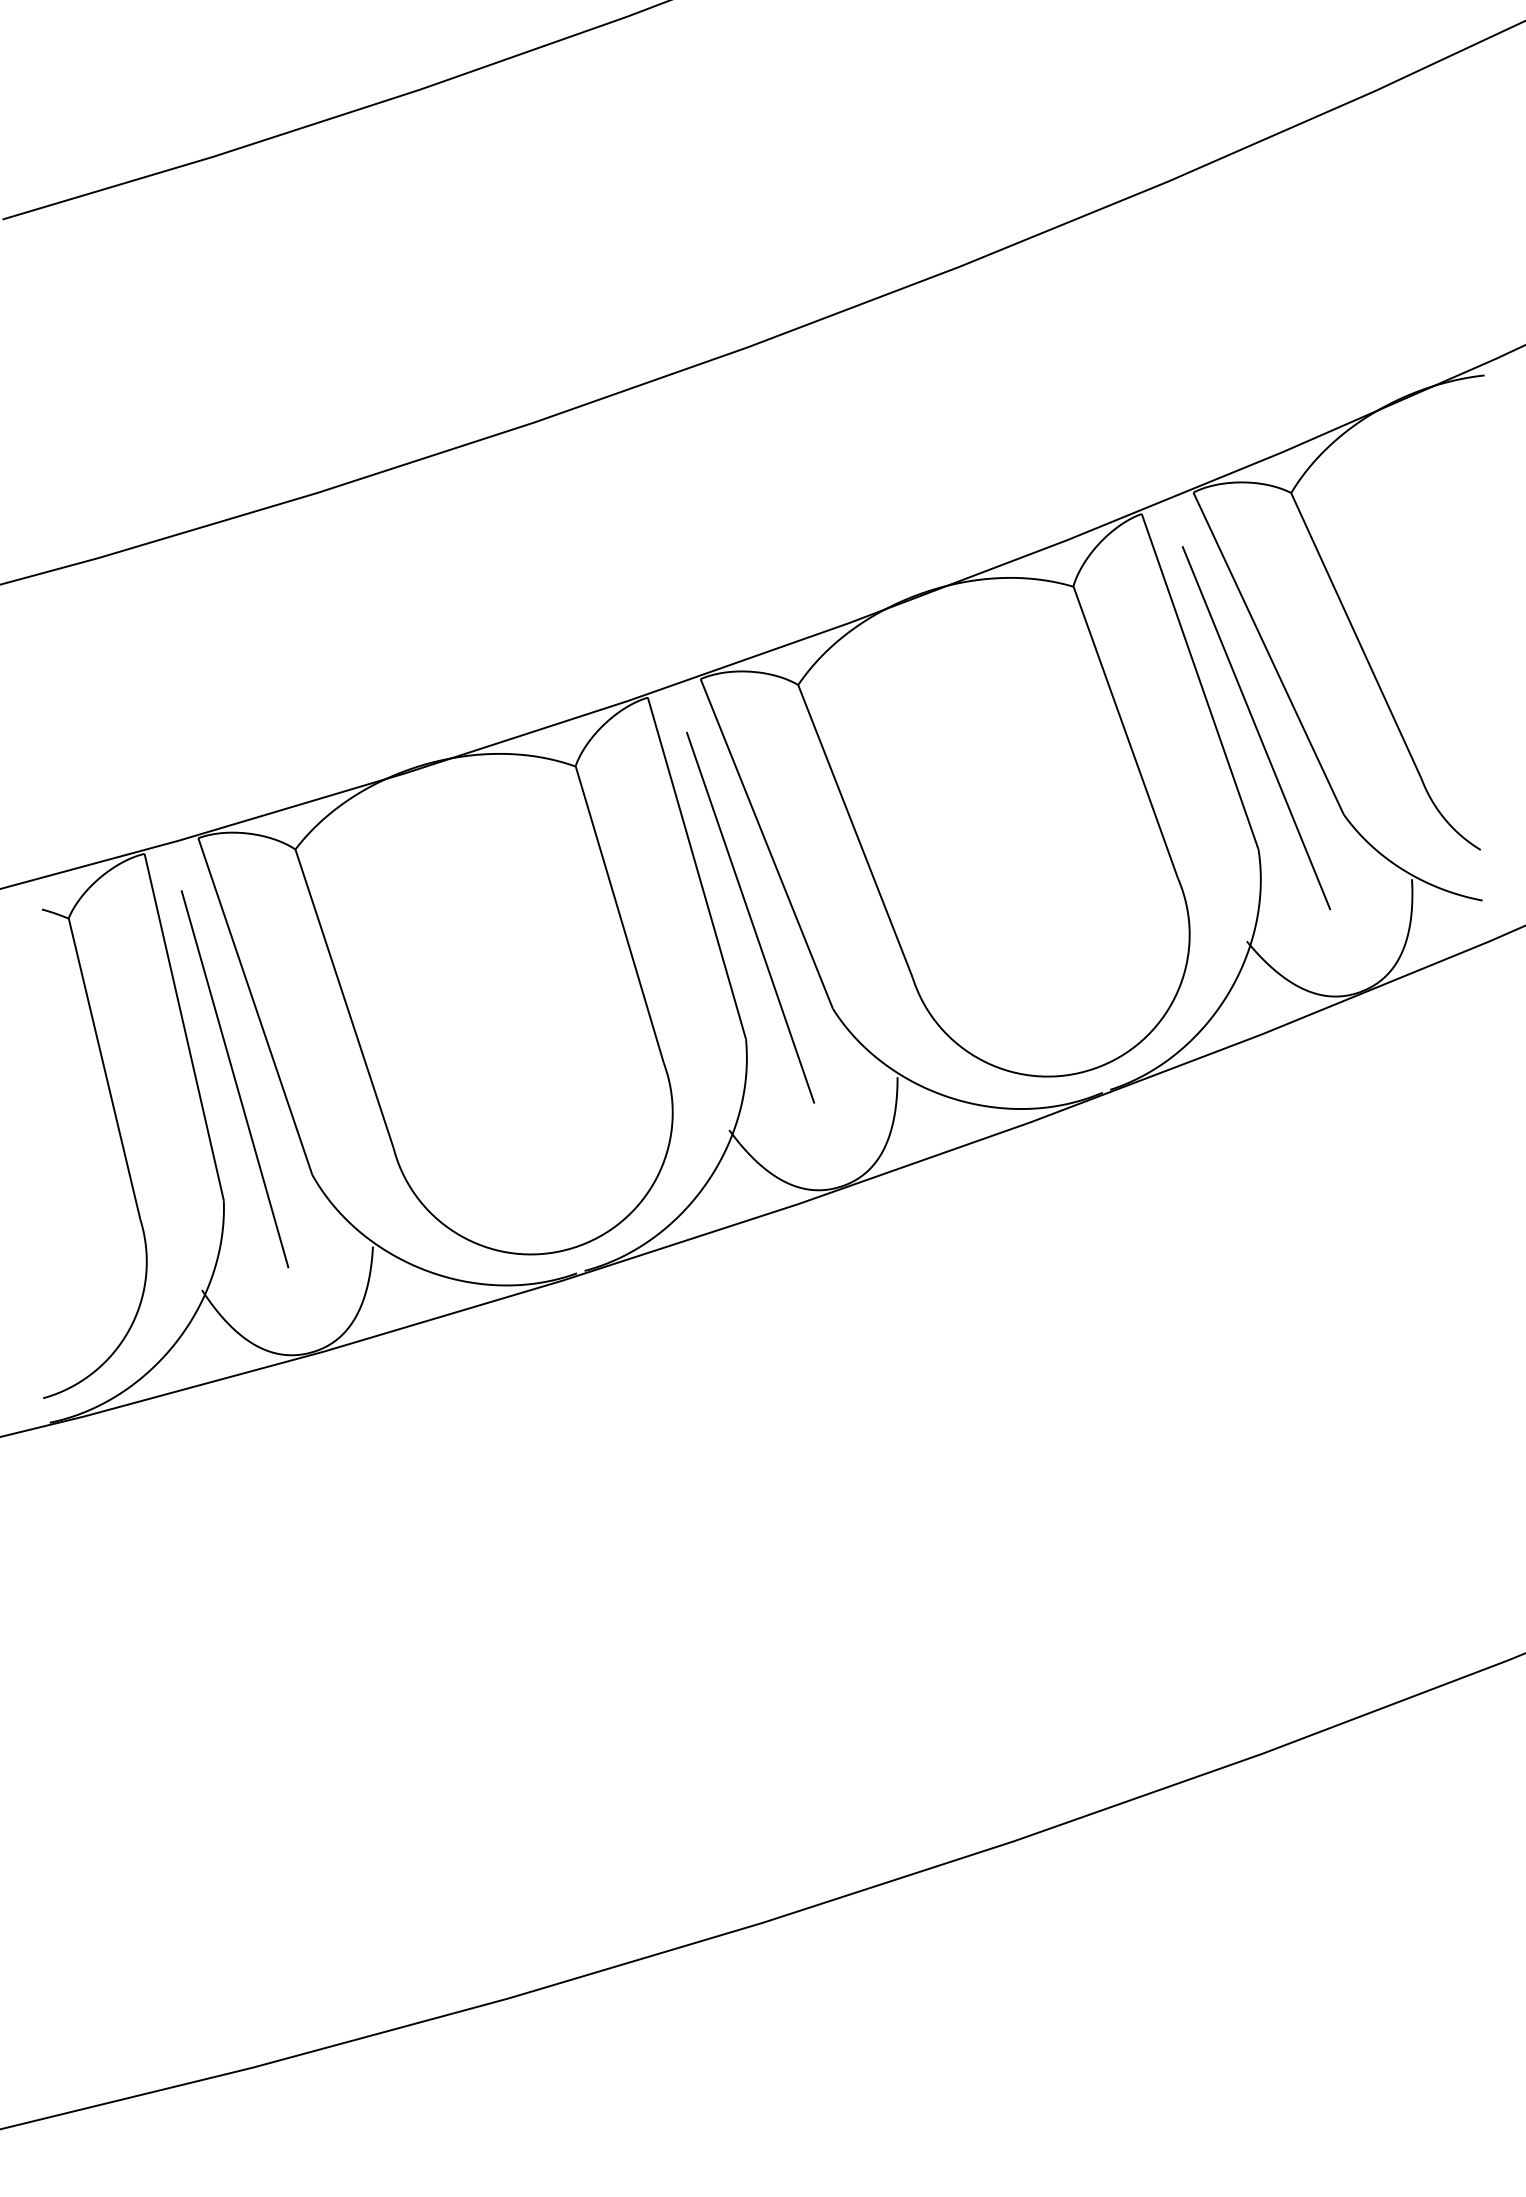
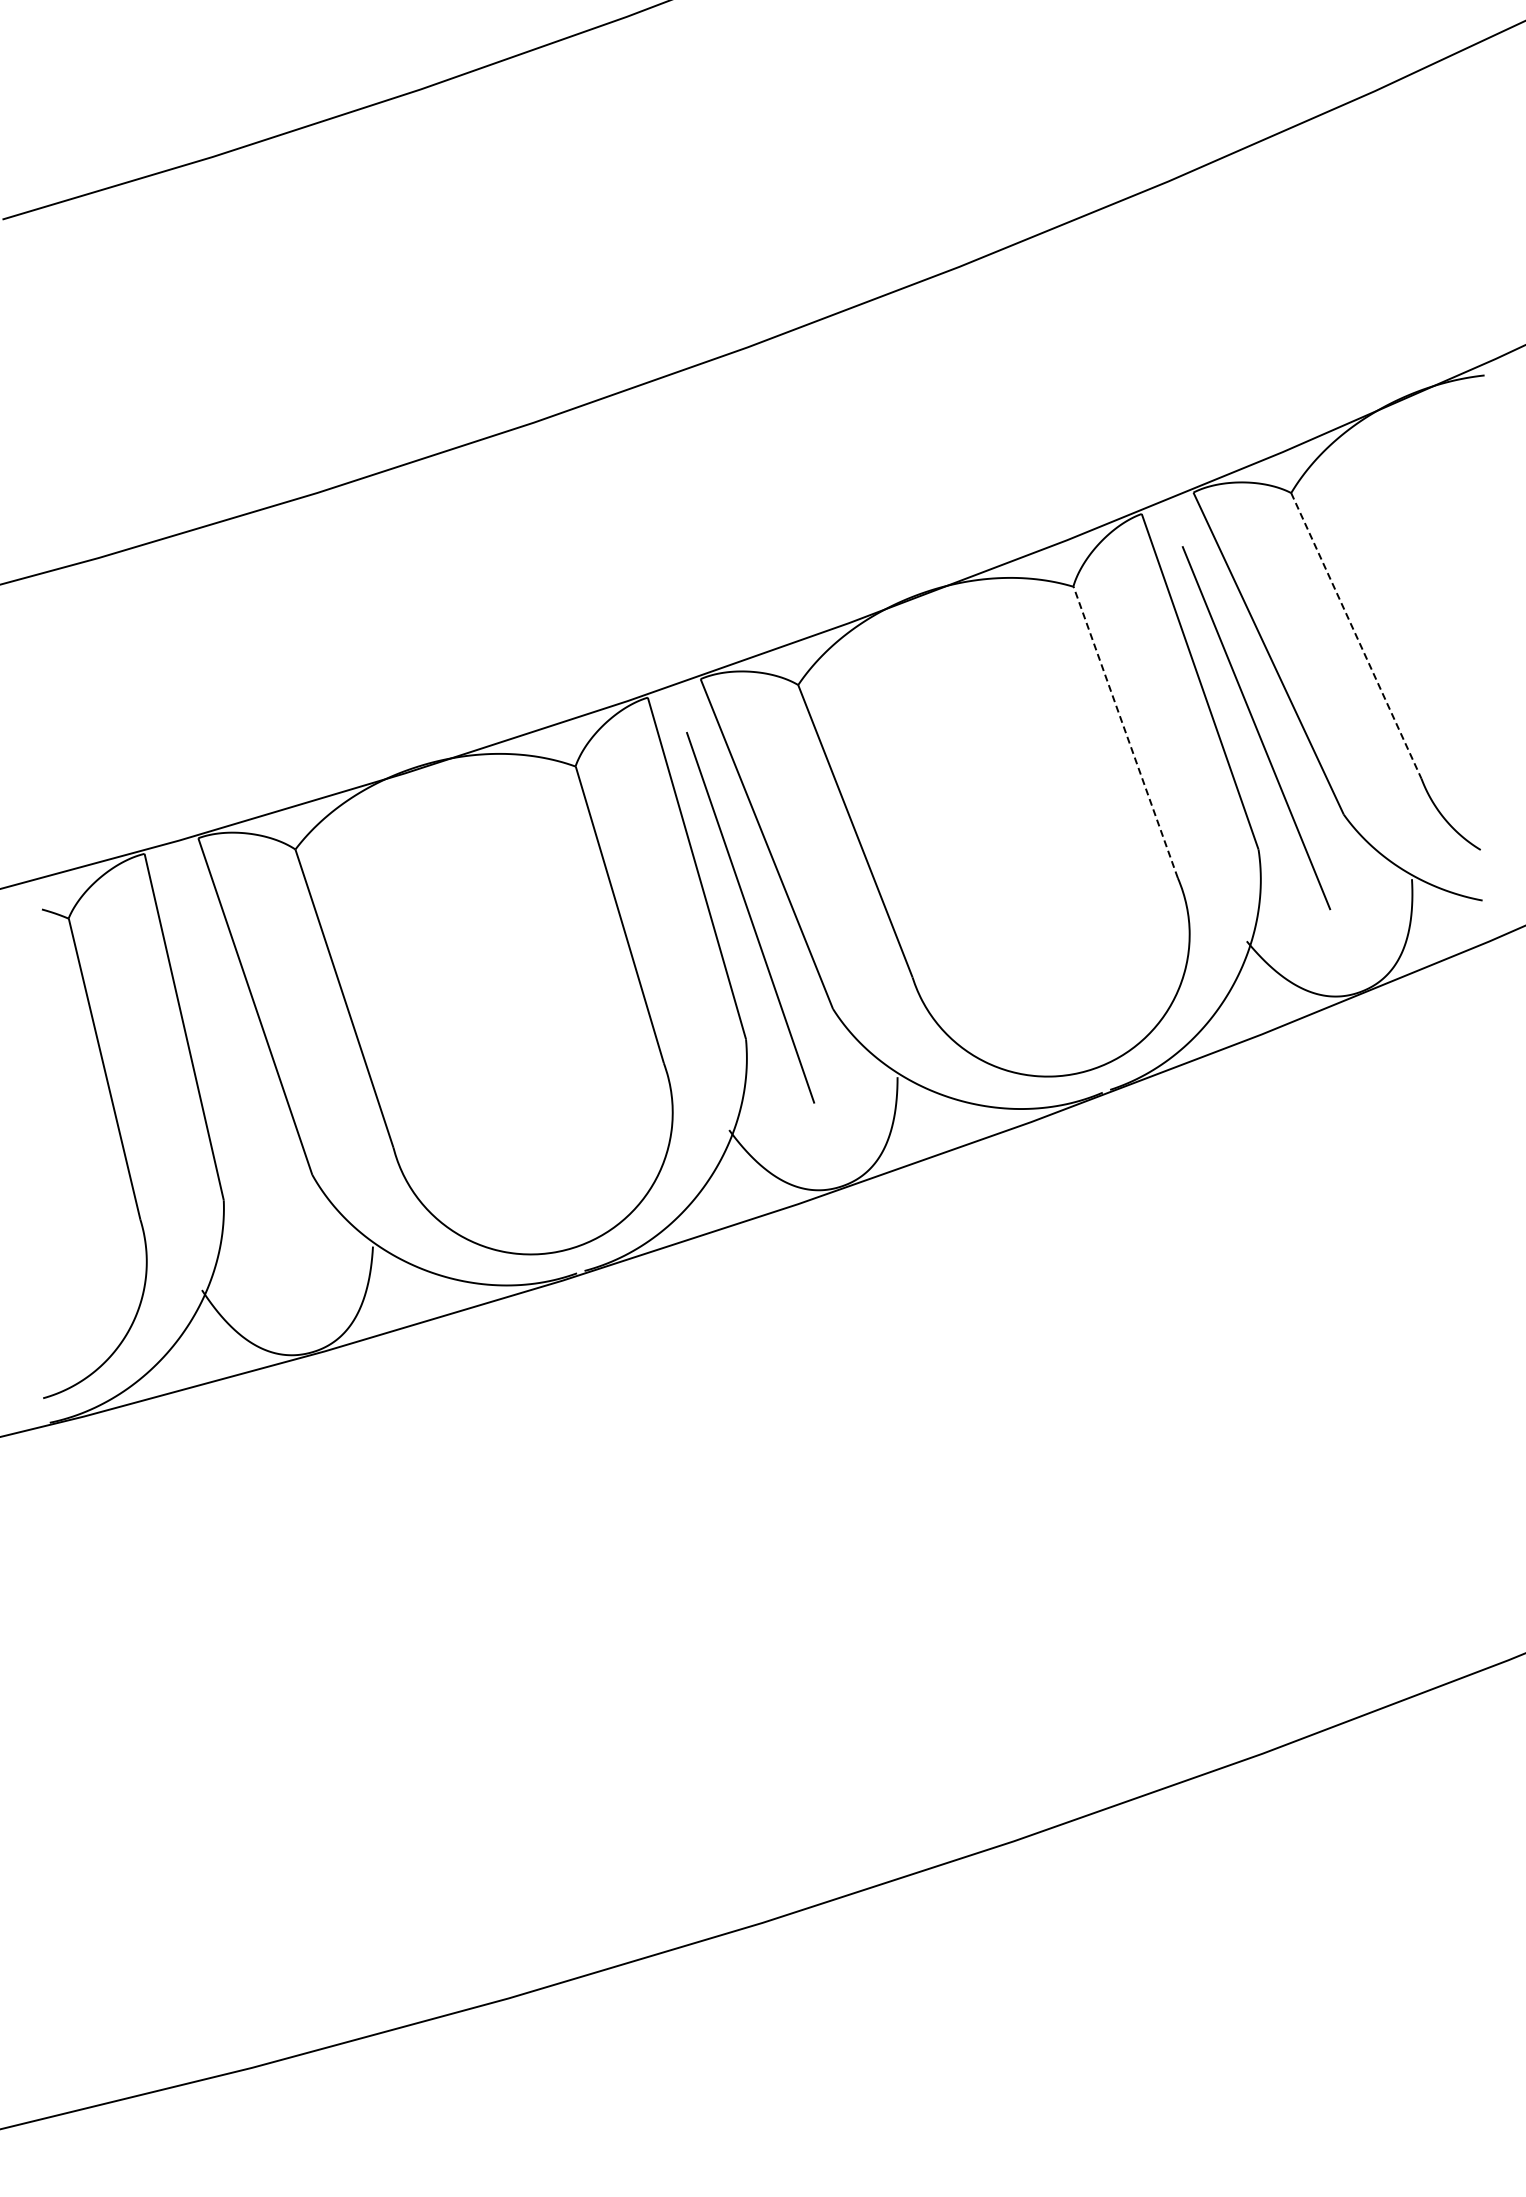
line at (1356, 636): solid -> dashed
line at (1125, 732): solid -> dashed
line at (234, 1079): present -> none
